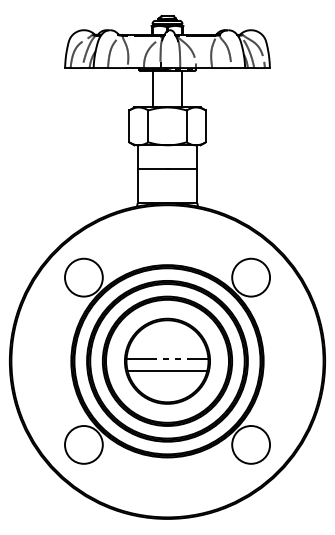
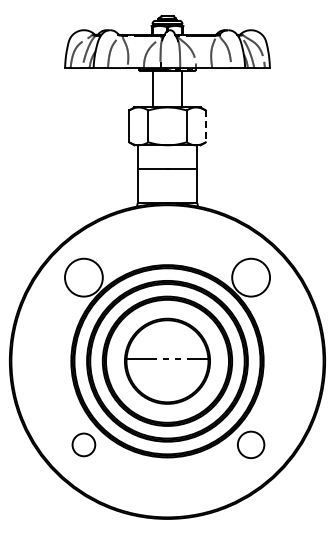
line at (205, 126): solid -> dashed
line at (167, 370): present -> none
circle at (83, 444) diameter: 38 px -> 23 px
circle at (251, 444) diameter: 38 px -> 26 px
